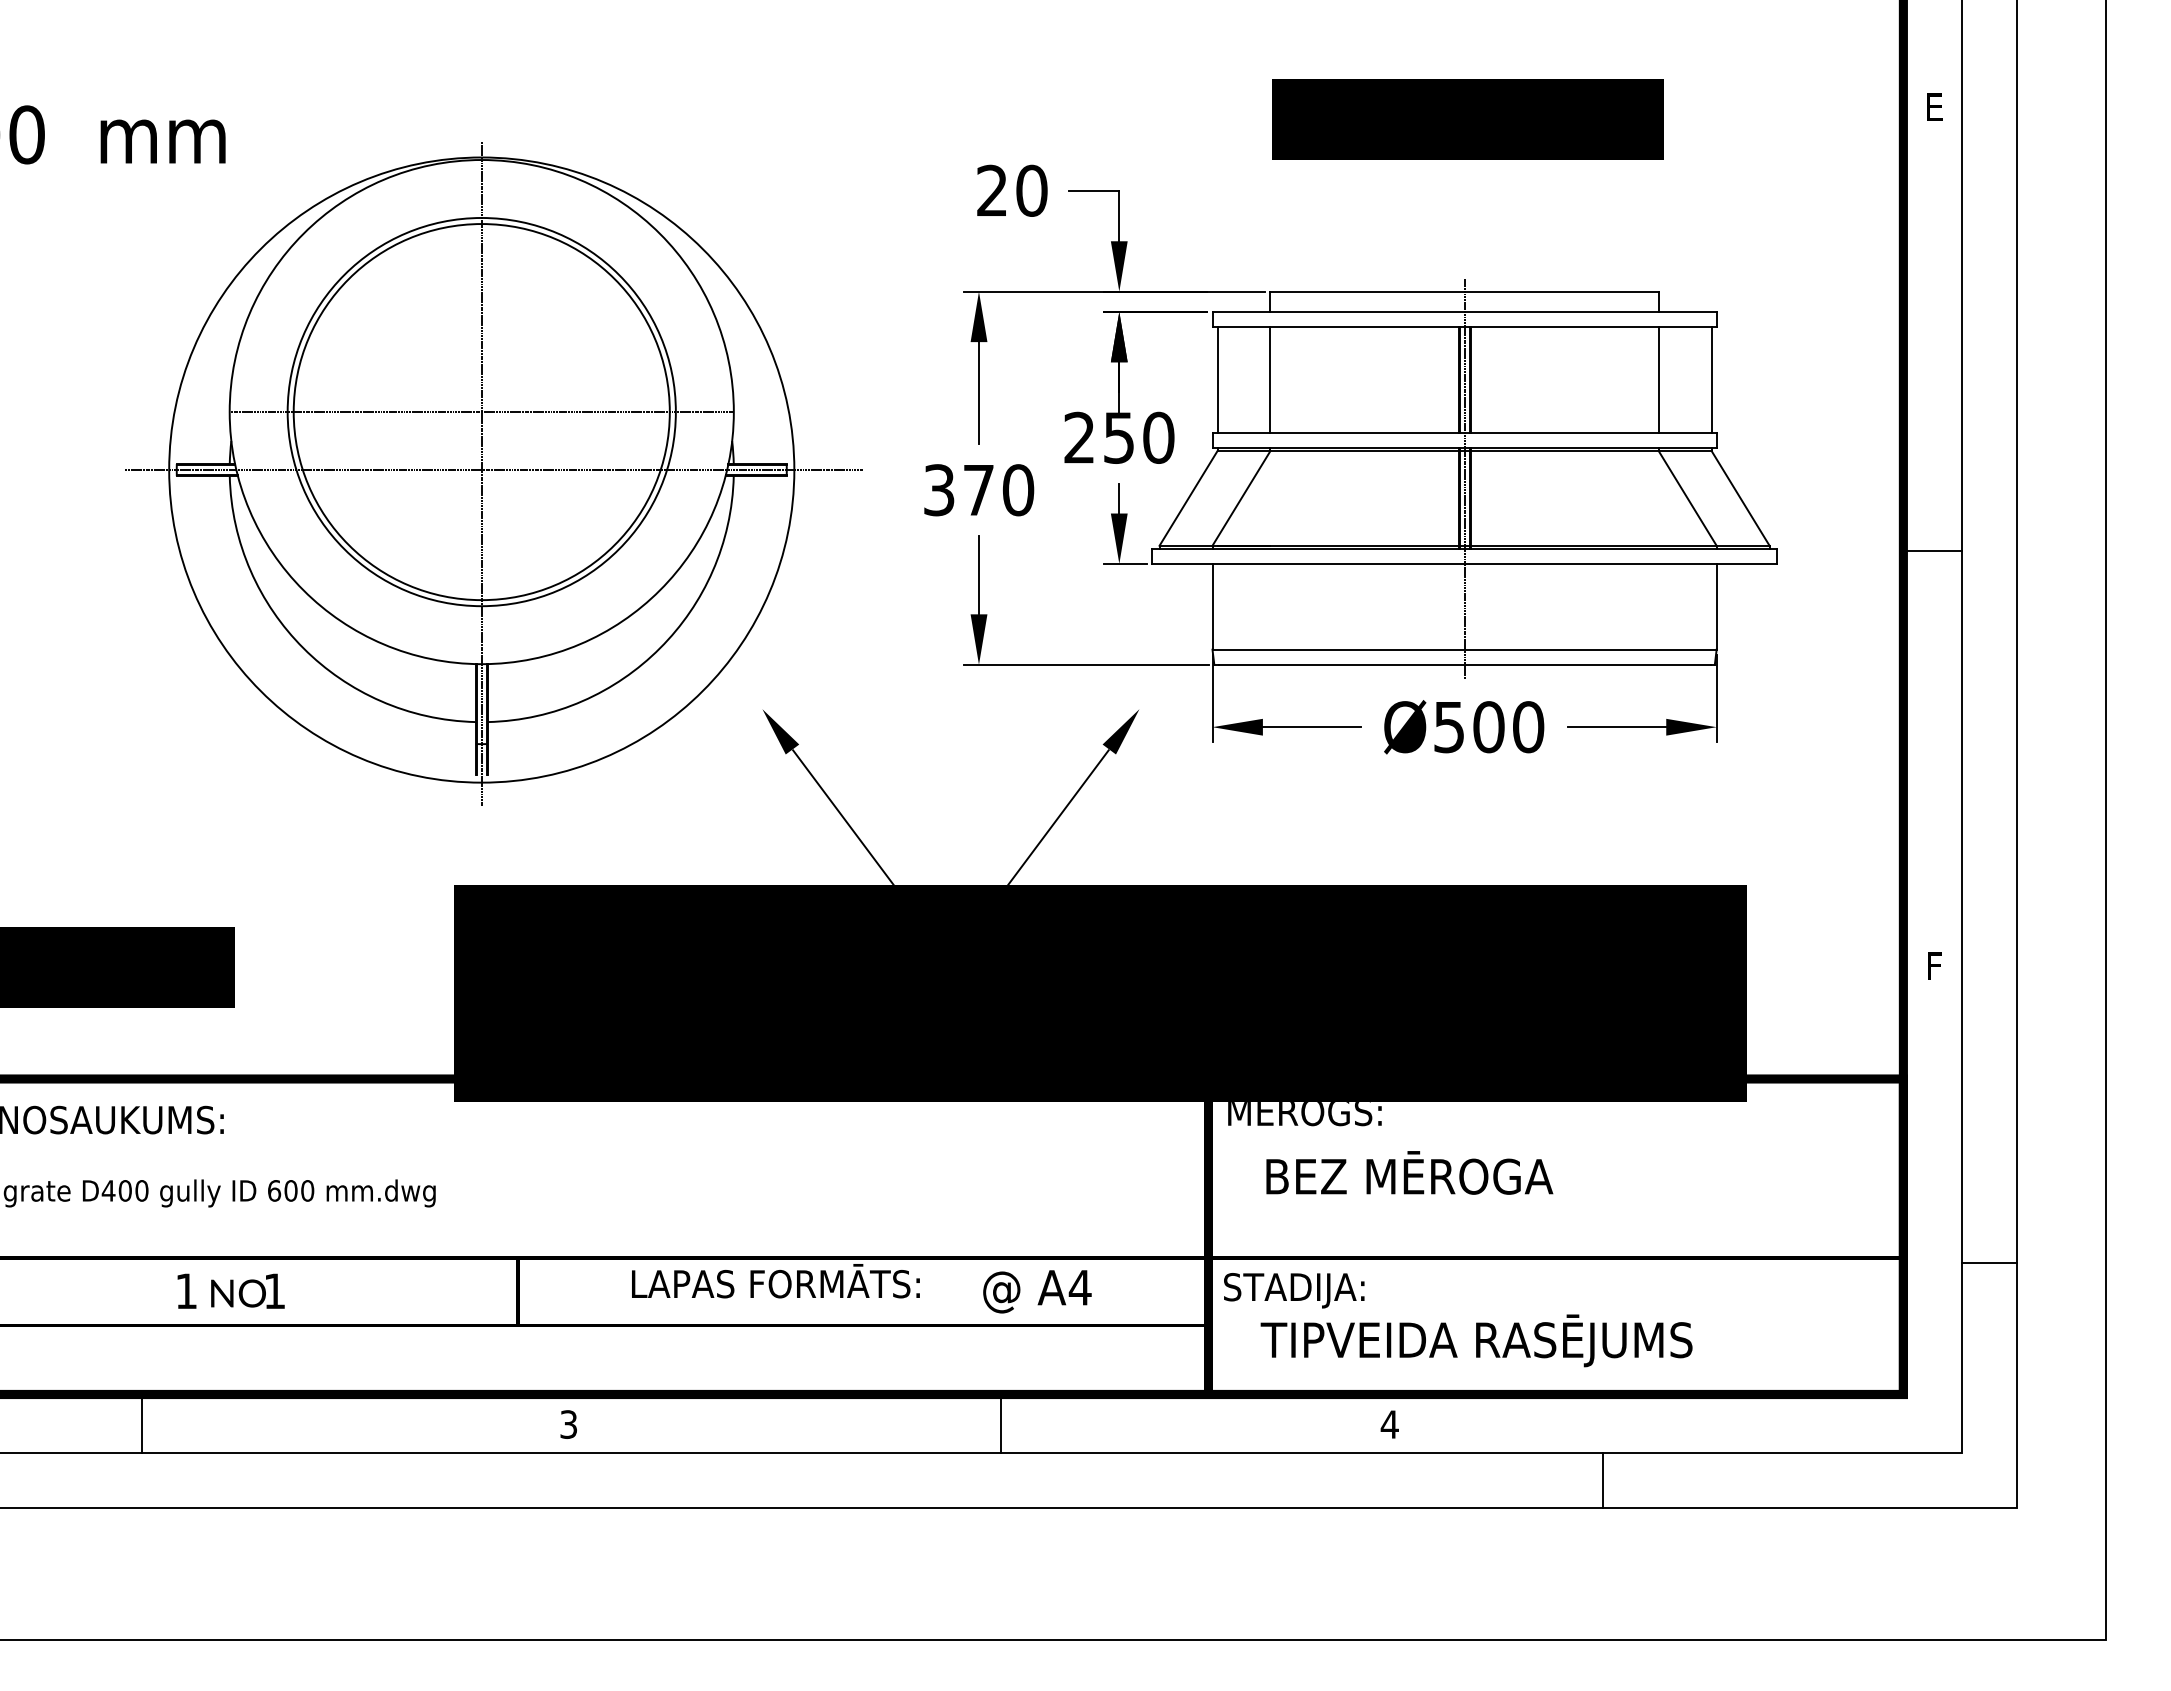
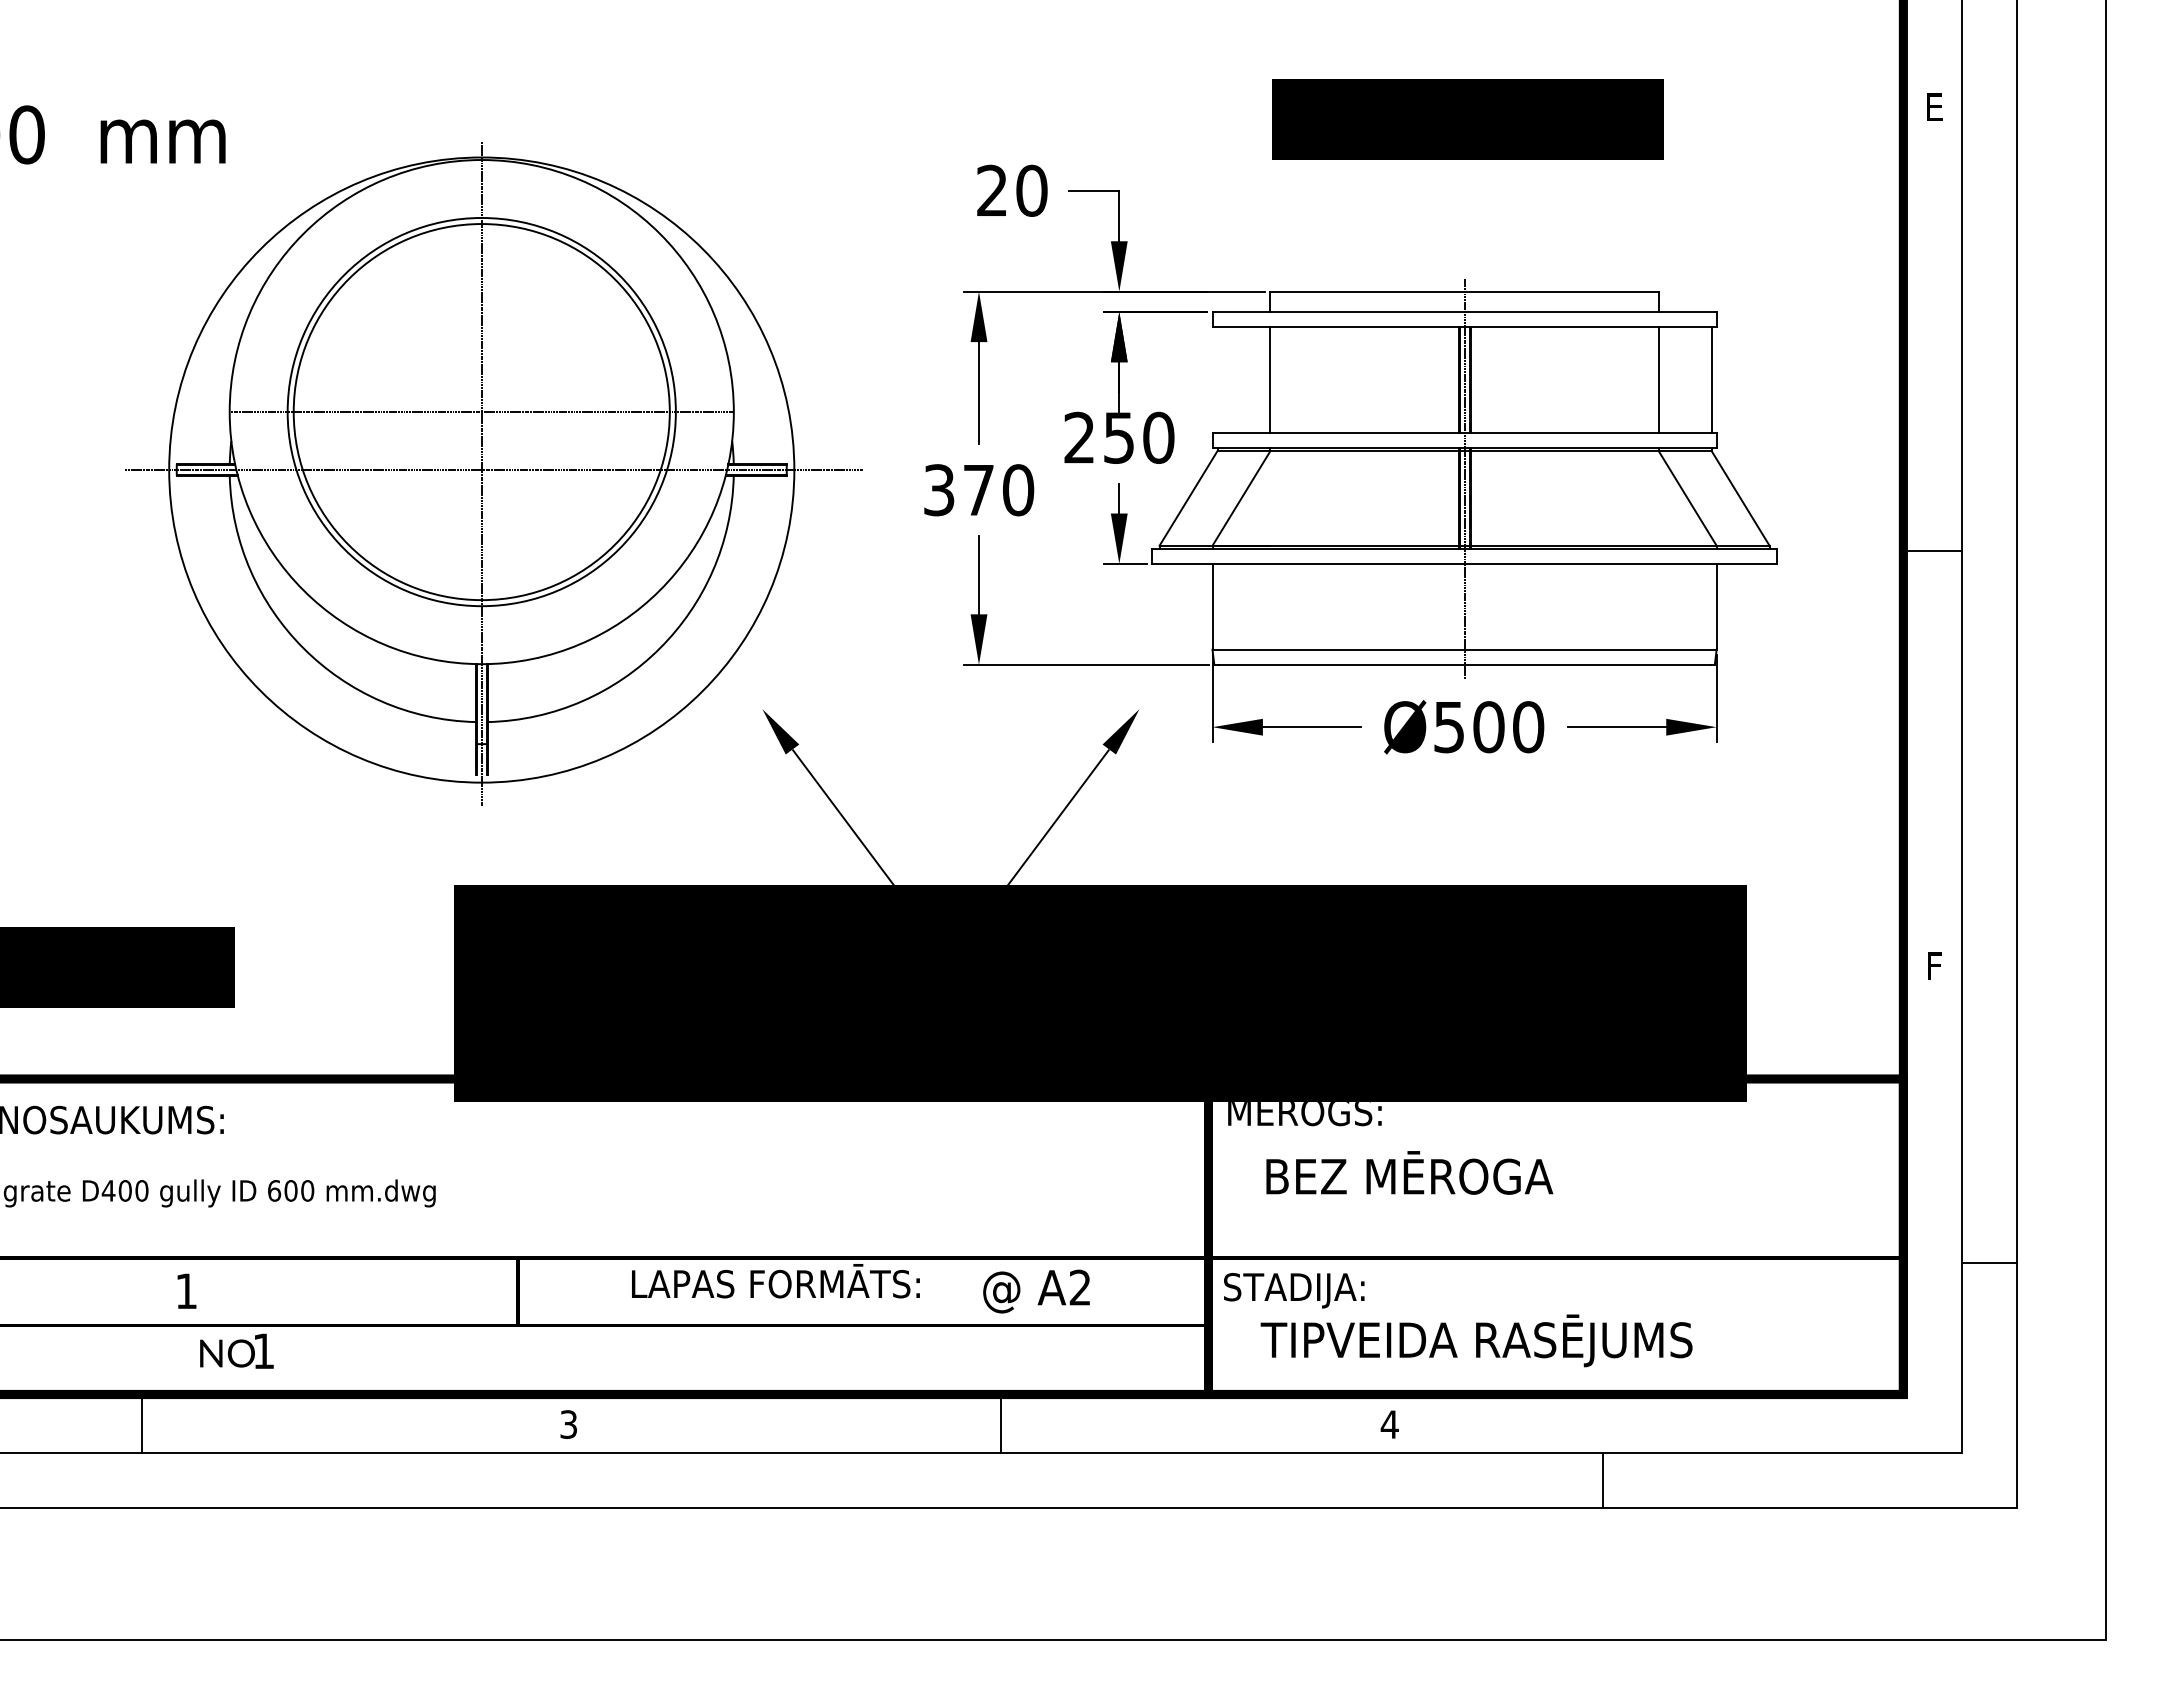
line at (1217, 379): present -> none
text at (1079, 1287): A4 -> A2
text at (247, 1290) position: (247, 1290) -> (236, 1350)
